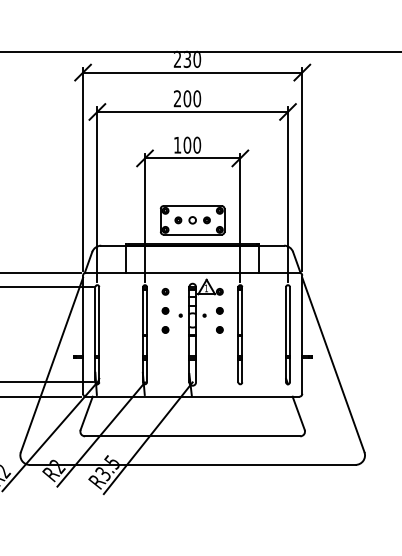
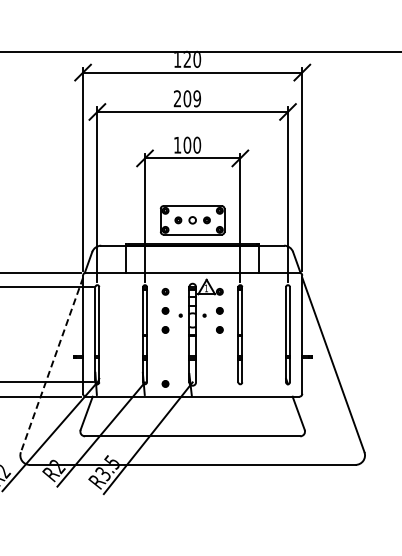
text at (182, 58): 230 -> 120
text at (196, 98): 200 -> 209
line at (51, 365): solid -> dashed
part at (165, 383): none -> present
